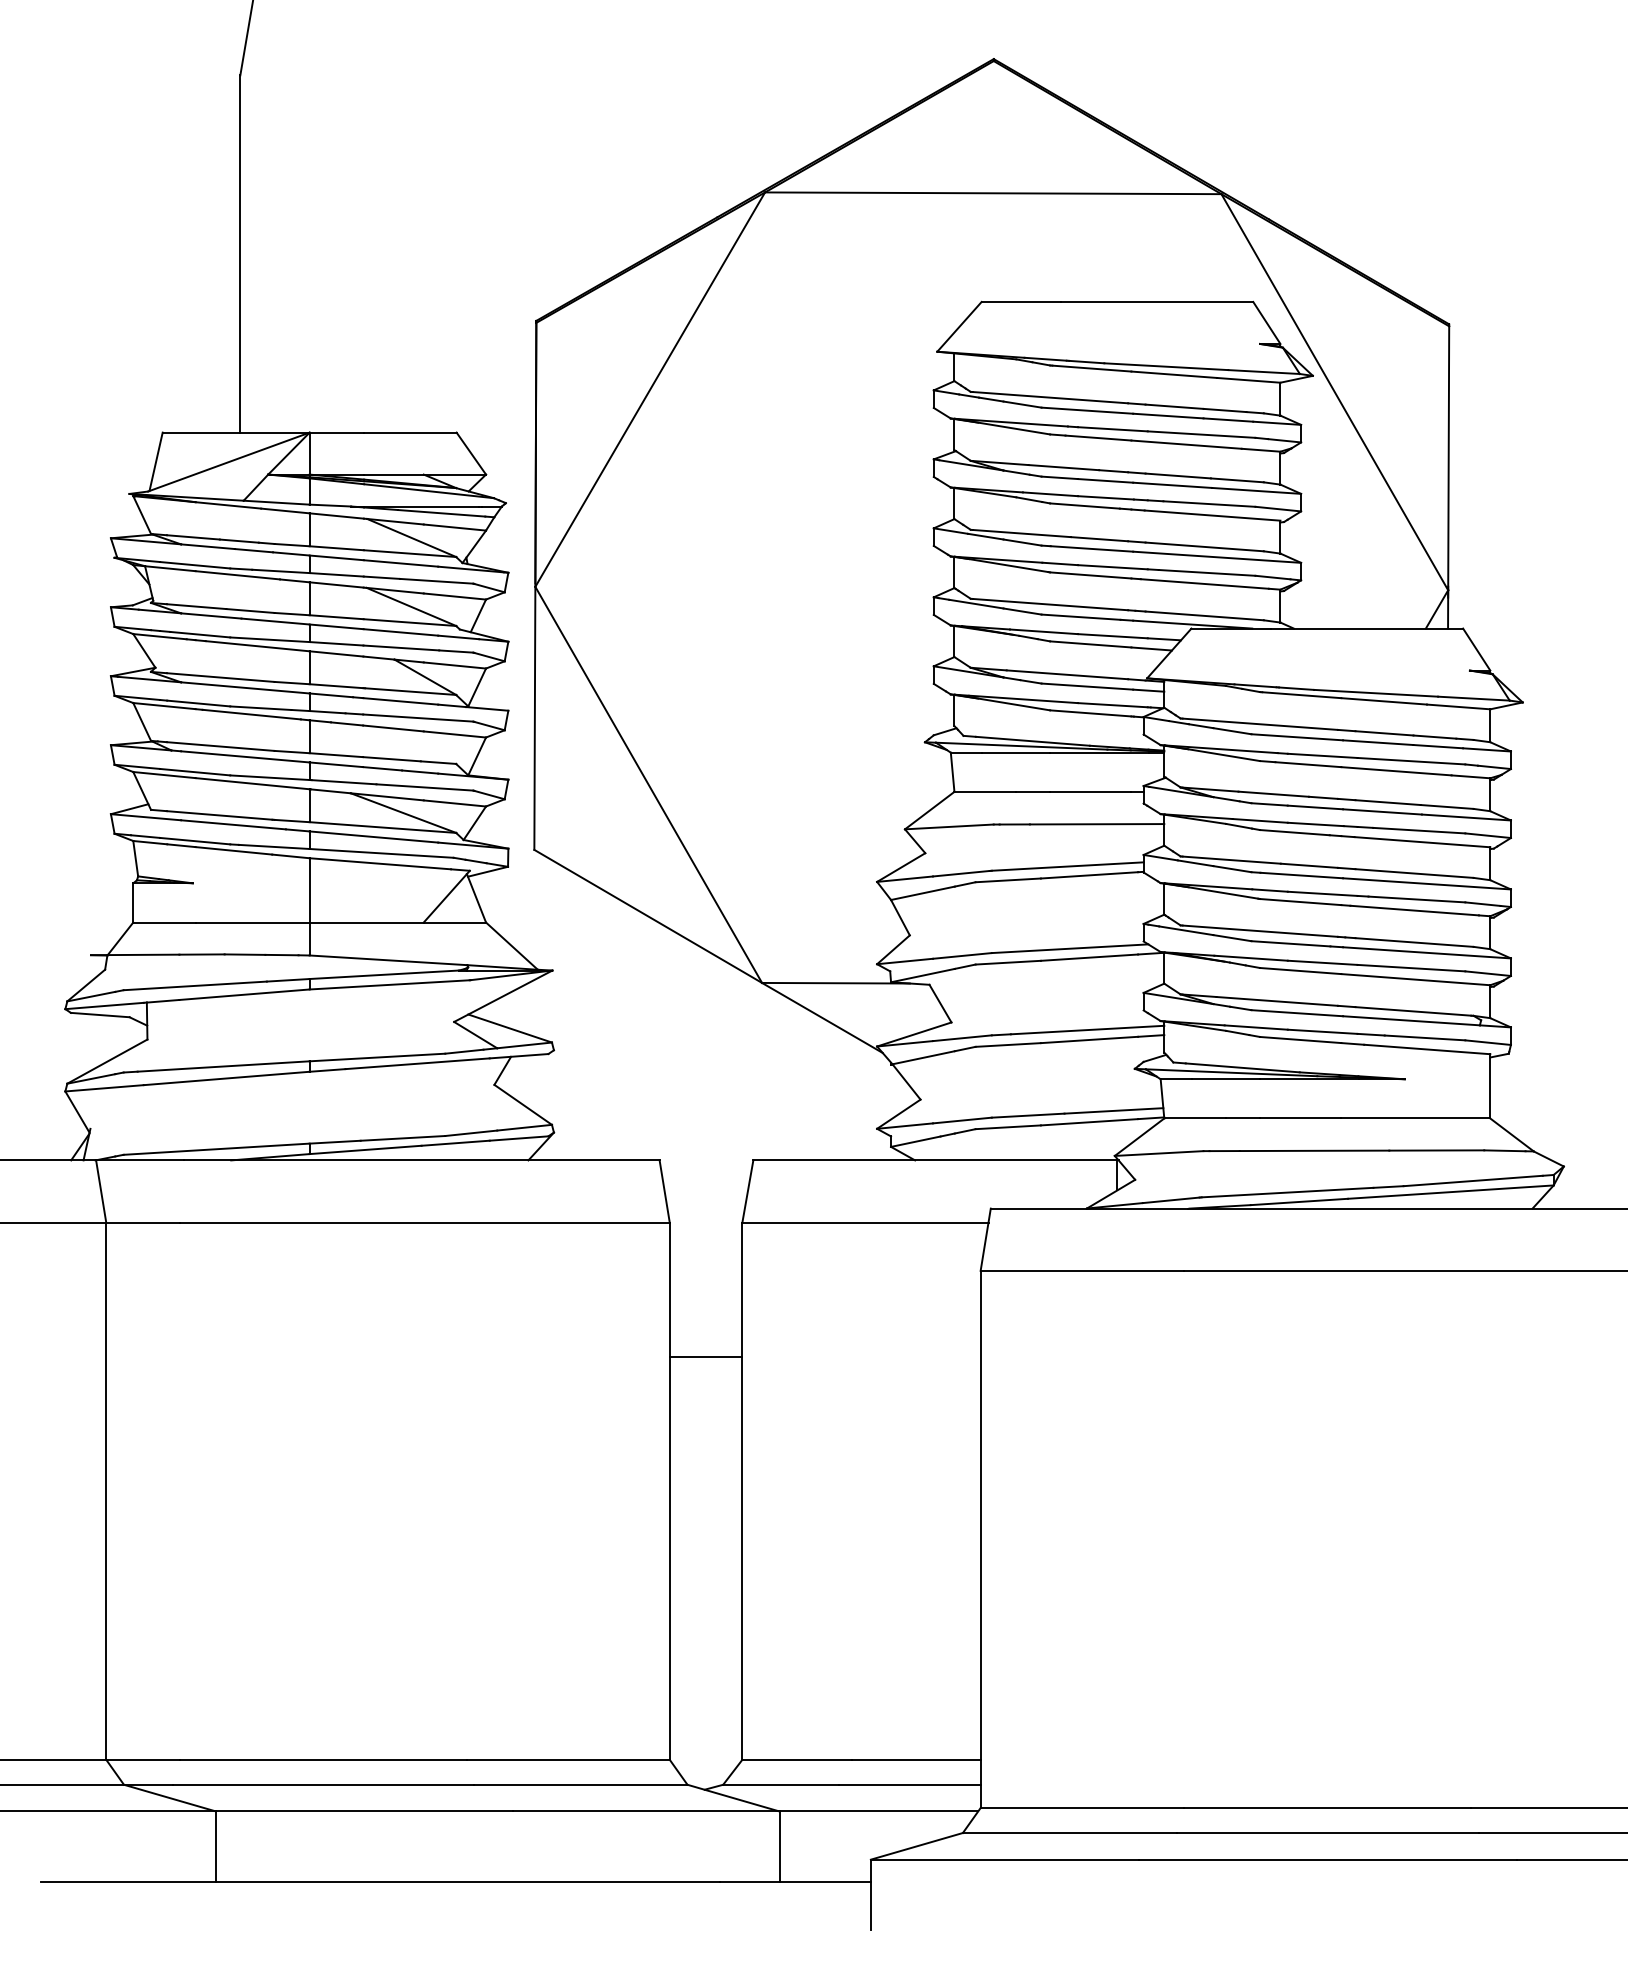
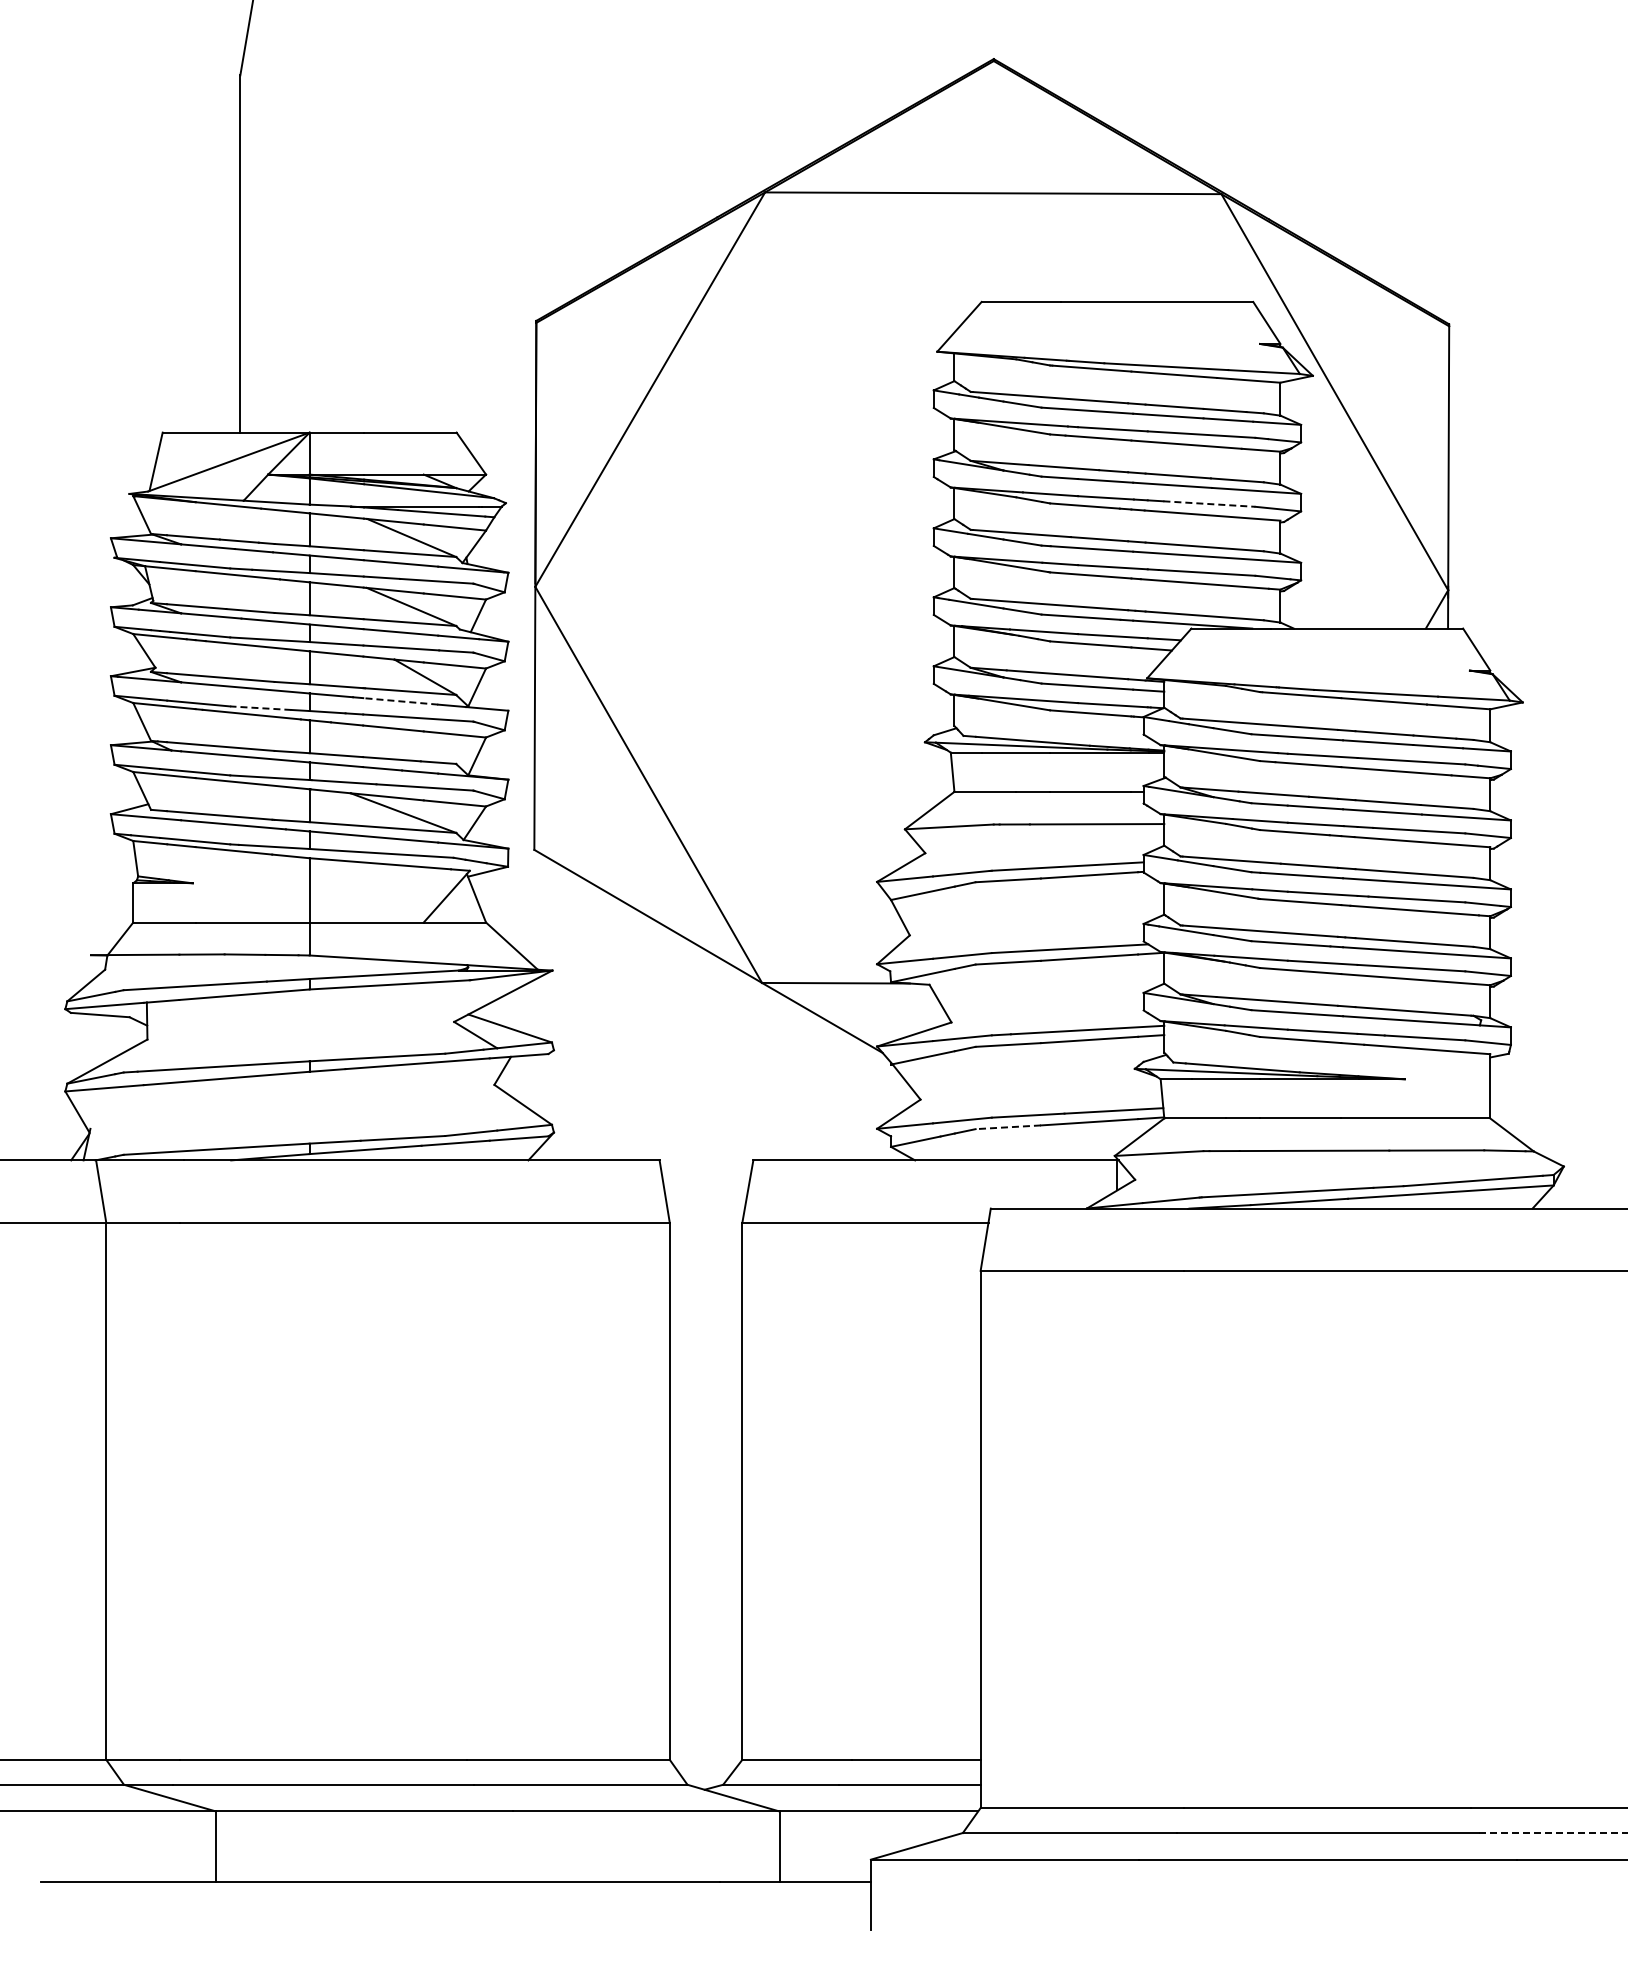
line at (1209, 504): solid -> dashed
line at (400, 701): solid -> dashed
line at (260, 708): solid -> dashed
line at (1008, 1127): solid -> dashed
line at (705, 1356): present -> none
line at (1553, 1832): solid -> dashed
